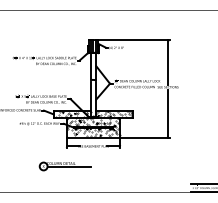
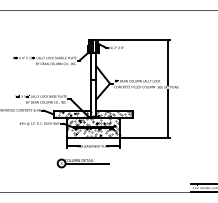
part at (64, 166) position: (64, 166) -> (82, 163)
